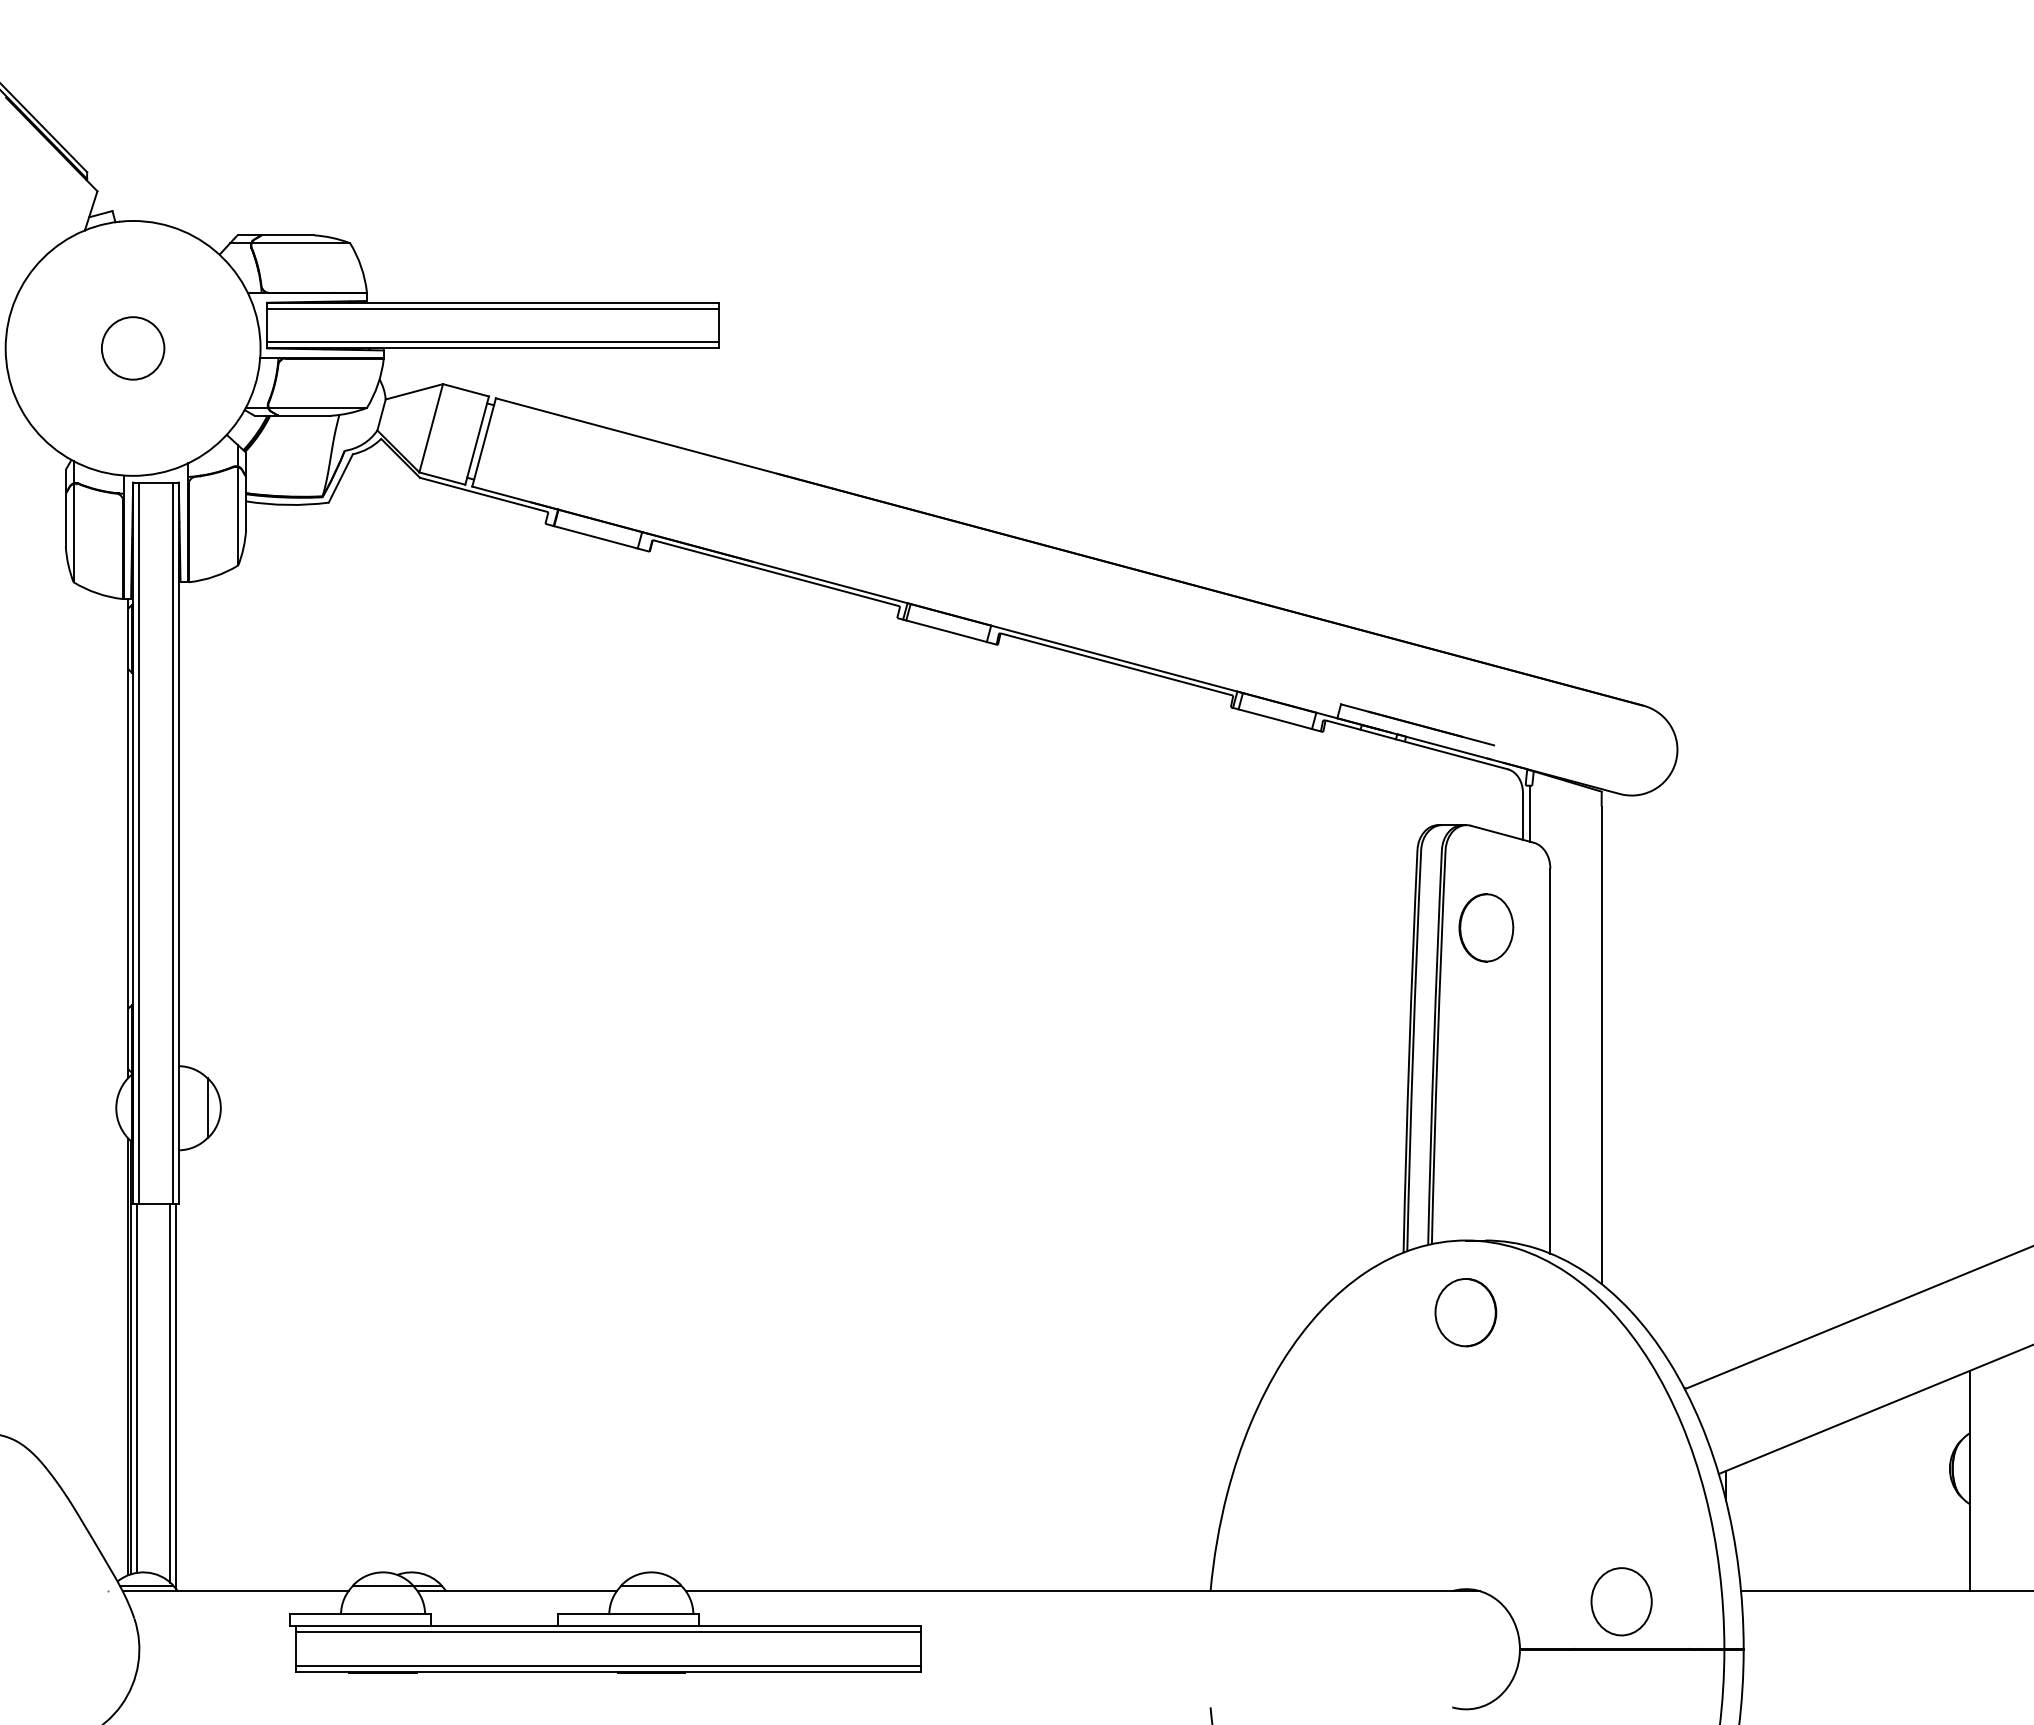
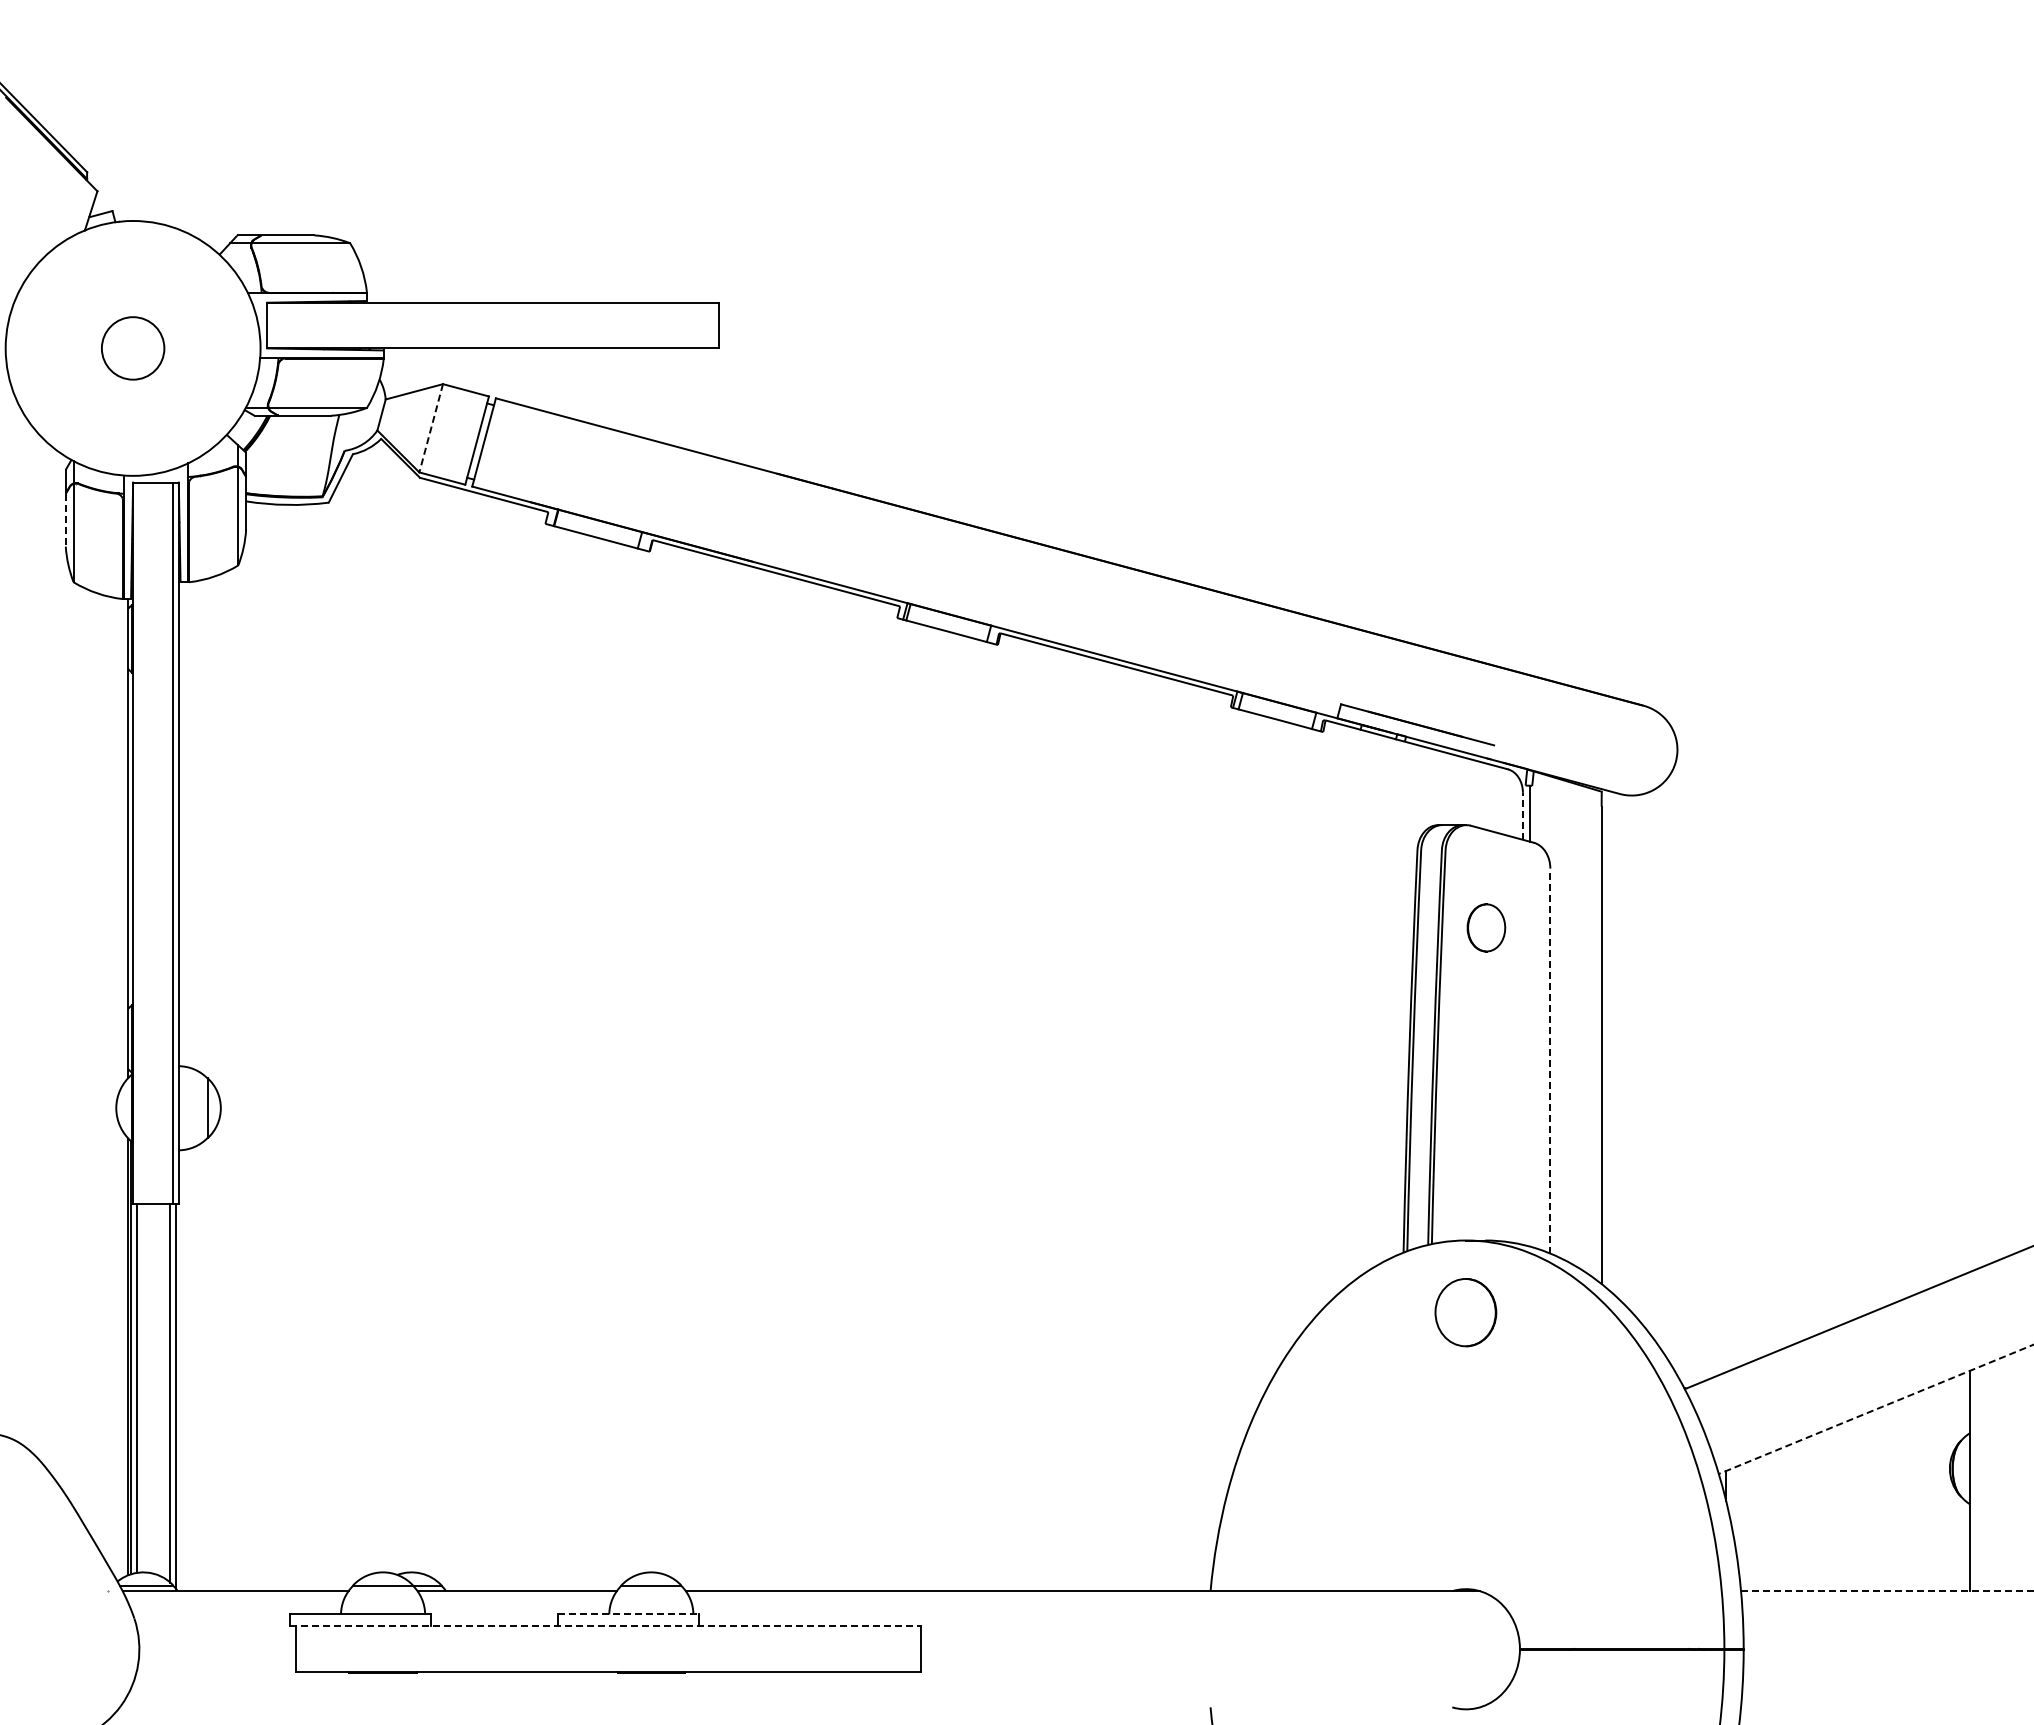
line at (492, 308): present -> none
line at (492, 342): present -> none
line at (431, 428): solid -> dashed
line at (65, 520): solid -> dashed
line at (1522, 815): solid -> dashed
line at (139, 843): present -> none
part at (1486, 927) size: 57x70 px -> 41x50 px
line at (1550, 1060): solid -> dashed
line at (1875, 1409): solid -> dashed
line at (1887, 1591): solid -> dashed
part at (1621, 1601): present -> none
line at (628, 1614): solid -> dashed
line at (605, 1626): solid -> dashed
line at (608, 1632): present -> none
line at (608, 1666): present -> none
